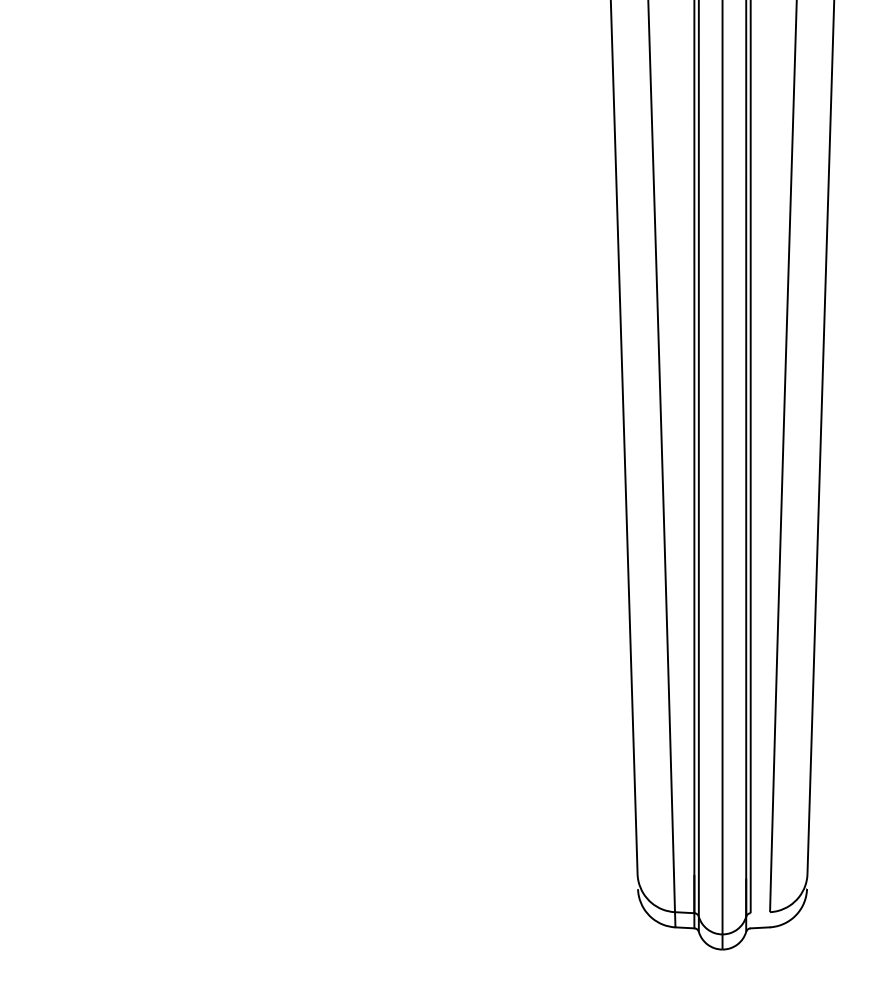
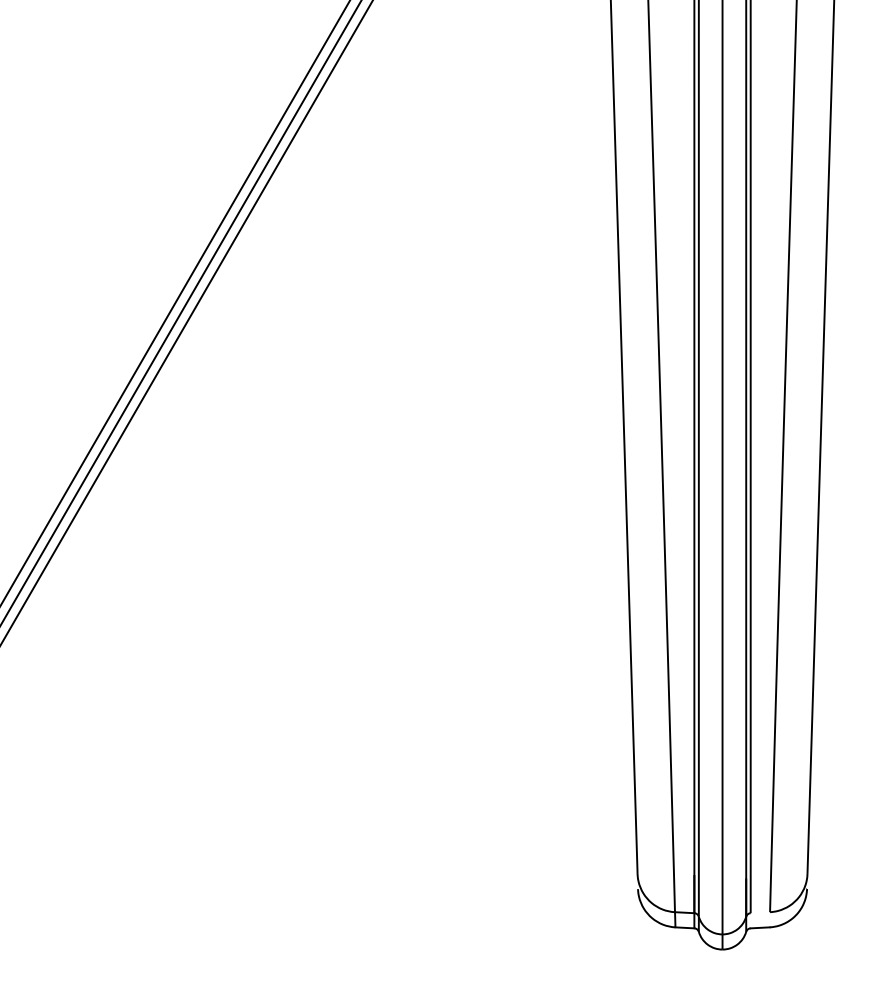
line at (175, 302): none -> present
line at (181, 312): none -> present
line at (186, 322): none -> present
